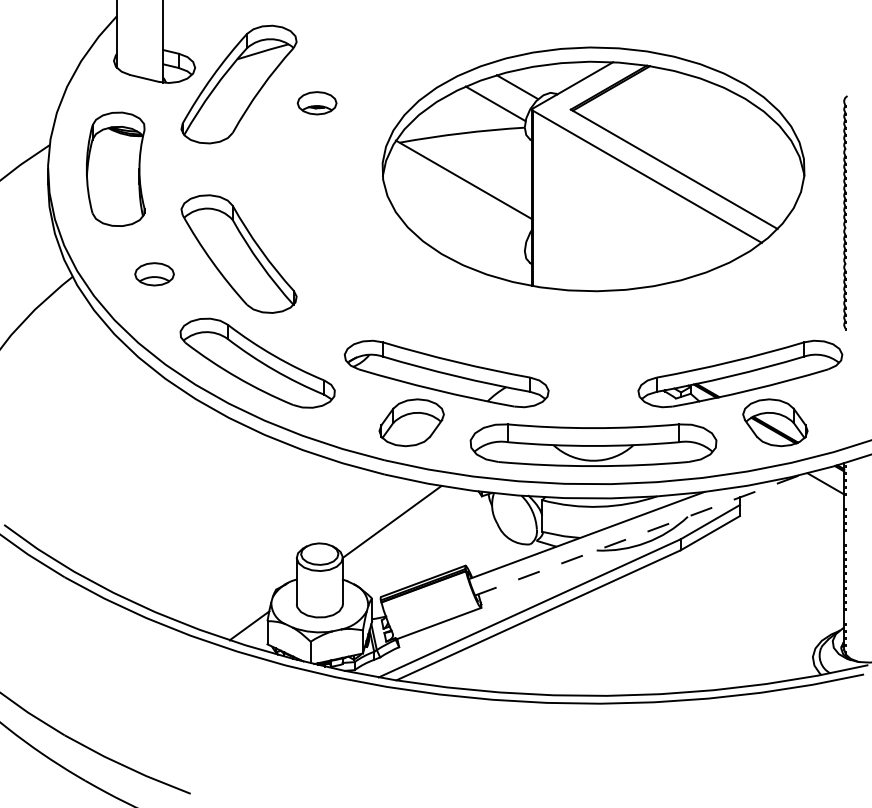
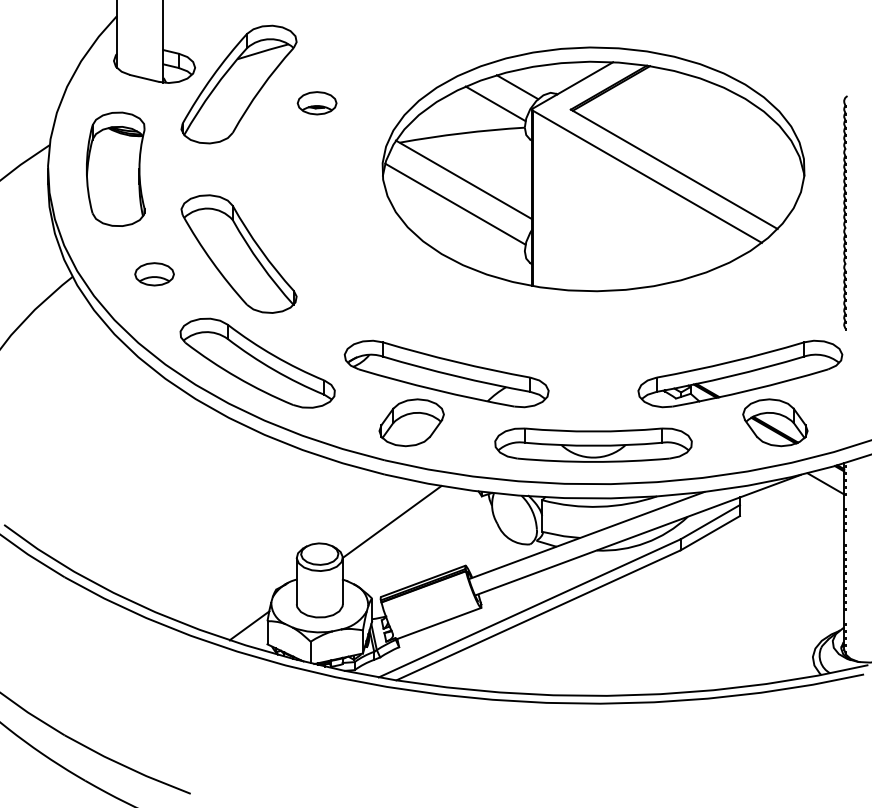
line at (455, 203): none -> present
part at (593, 444) size: 249x44 px -> 199x36 px
line at (637, 535): dashed -> solid
